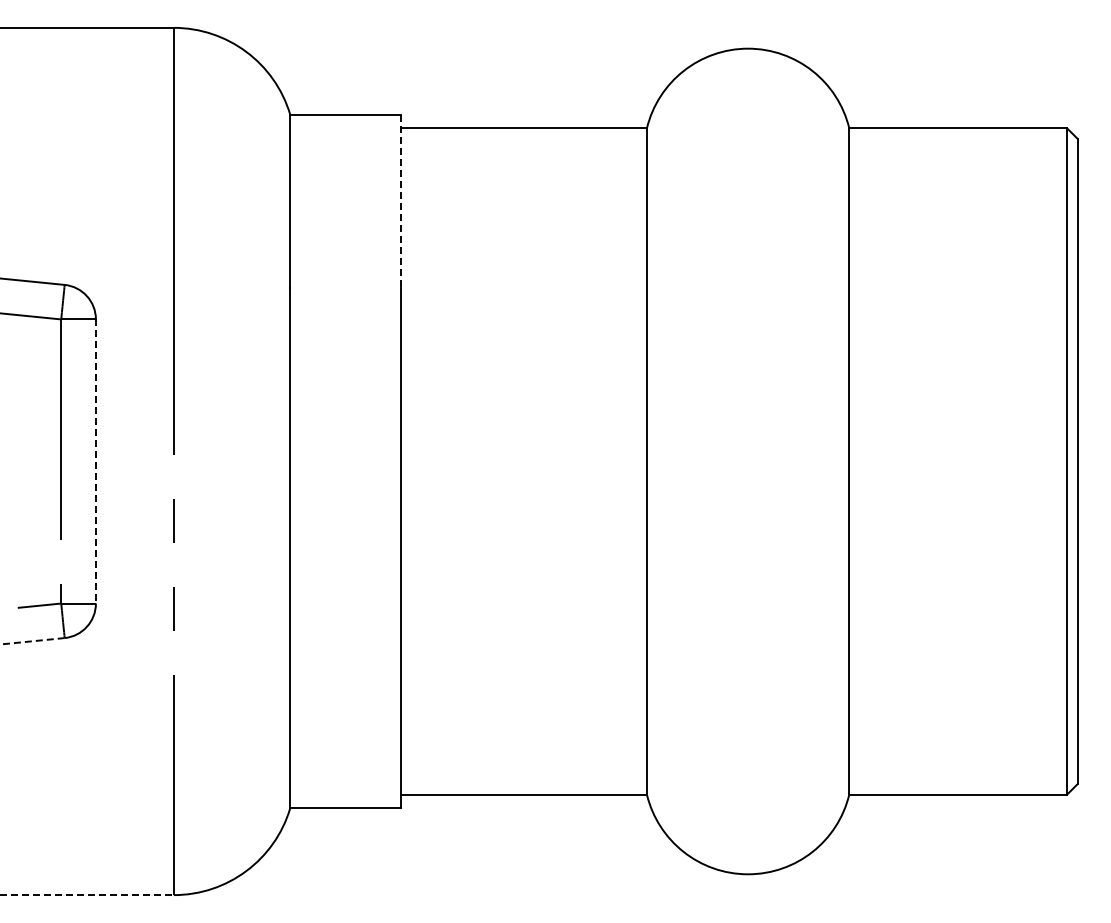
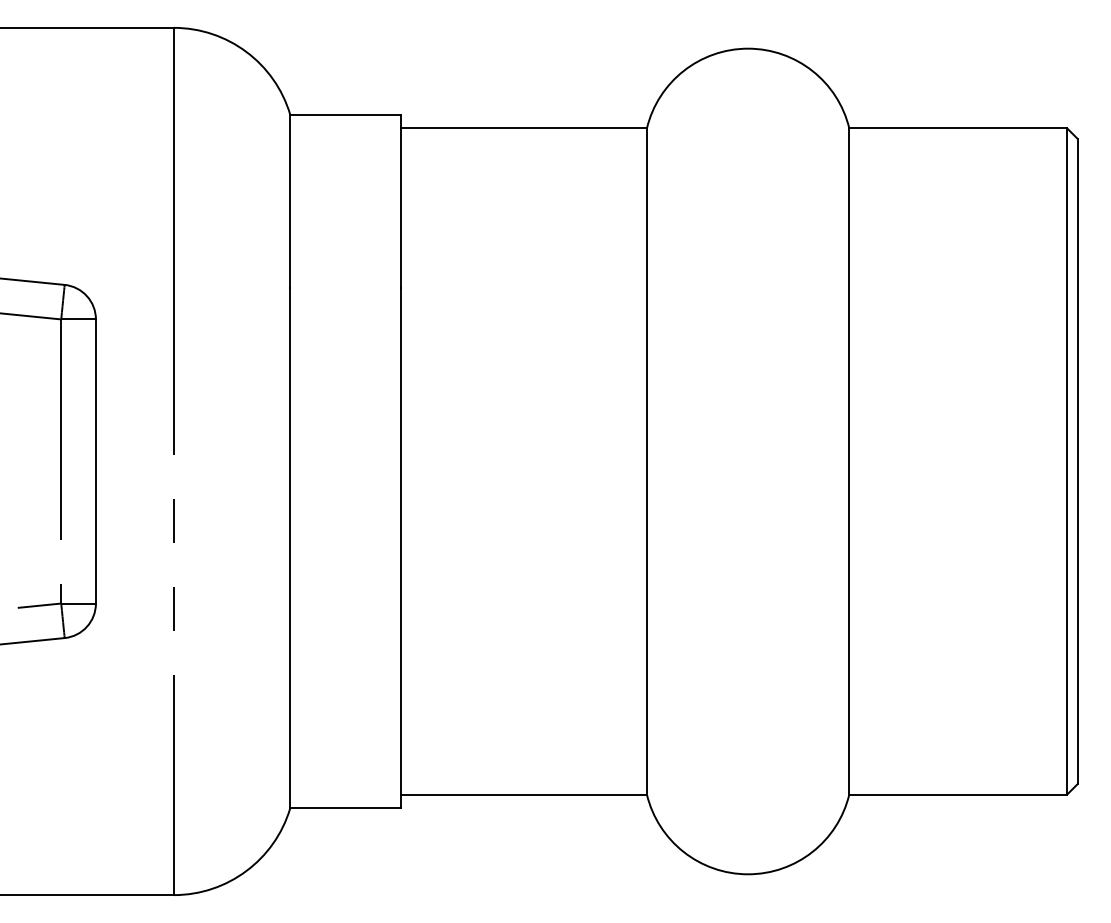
line at (401, 201): dashed -> solid
line at (95, 461): dashed -> solid
line at (31, 641): dashed -> solid
line at (87, 895): dashed -> solid
